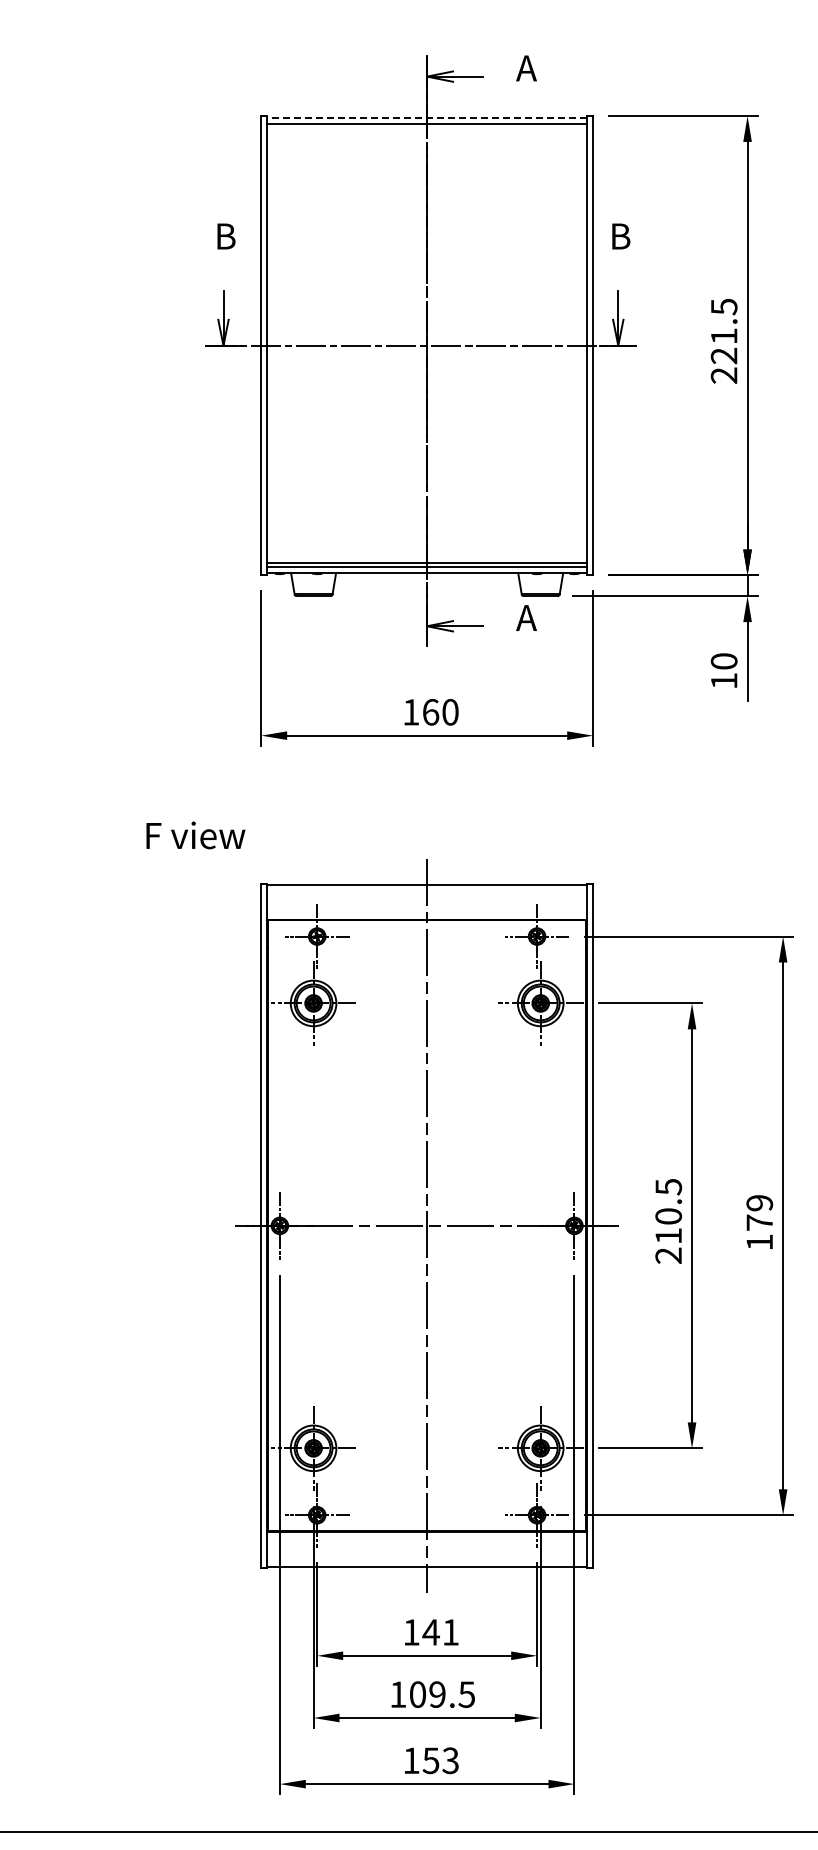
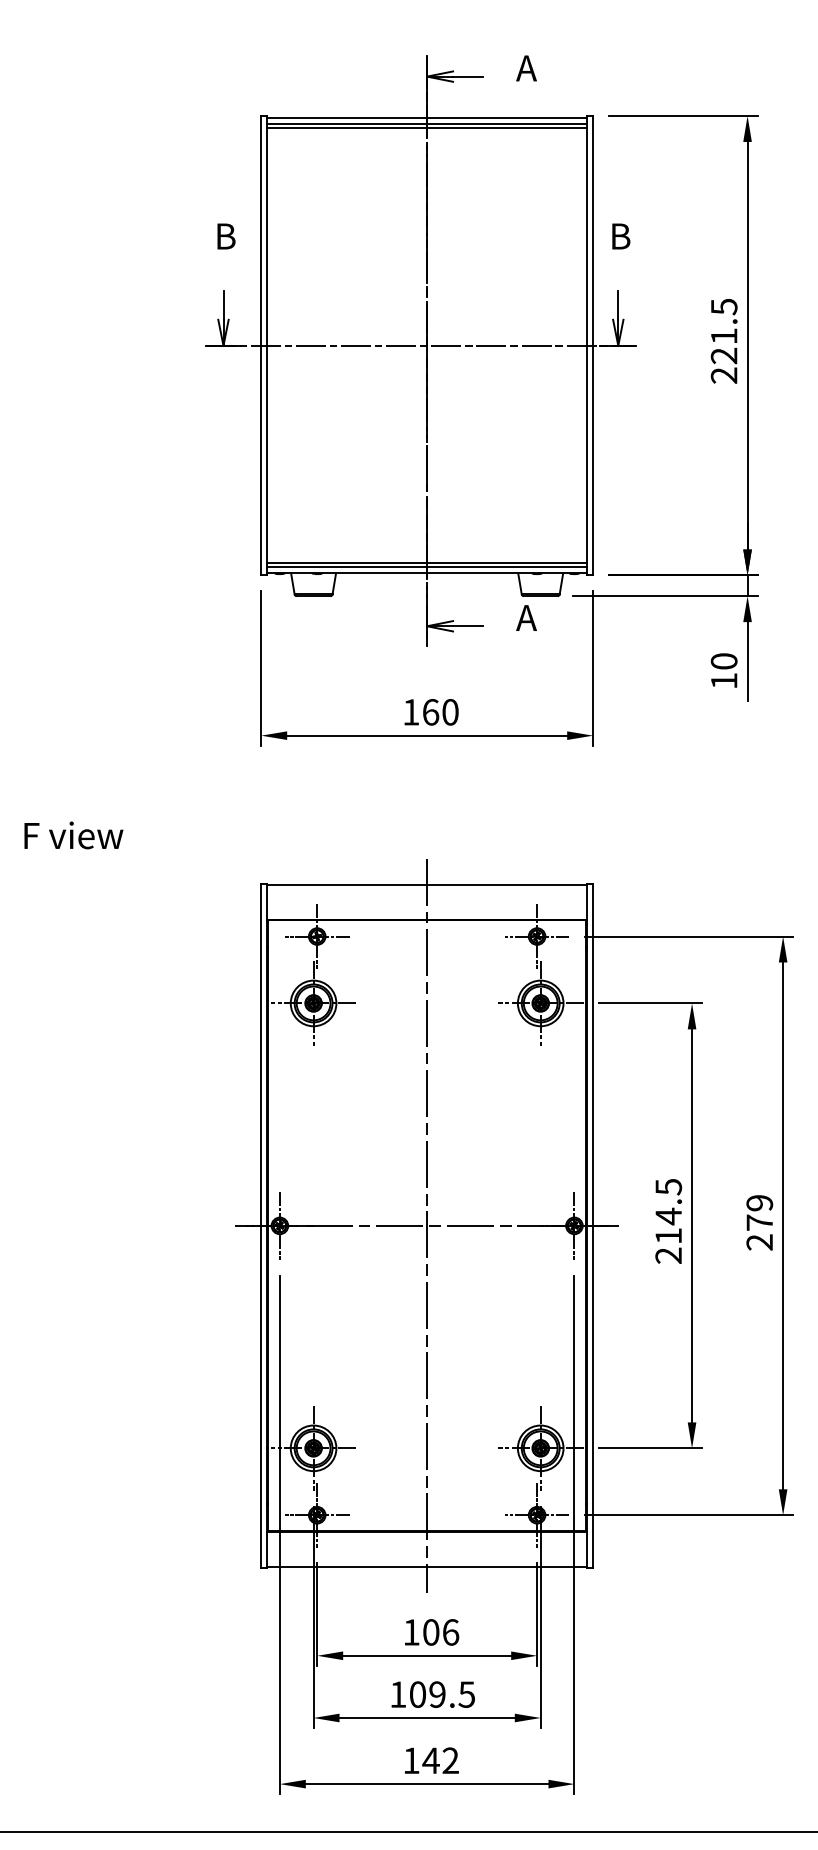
line at (427, 118): dashed -> solid
line at (426, 128): none -> present
text at (195, 835) position: (195, 835) -> (73, 835)
text at (668, 1216): 210.5 -> 214.5
text at (759, 1242): 179 -> 279
text at (440, 1632): 141 -> 106
text at (440, 1760): 153 -> 142
